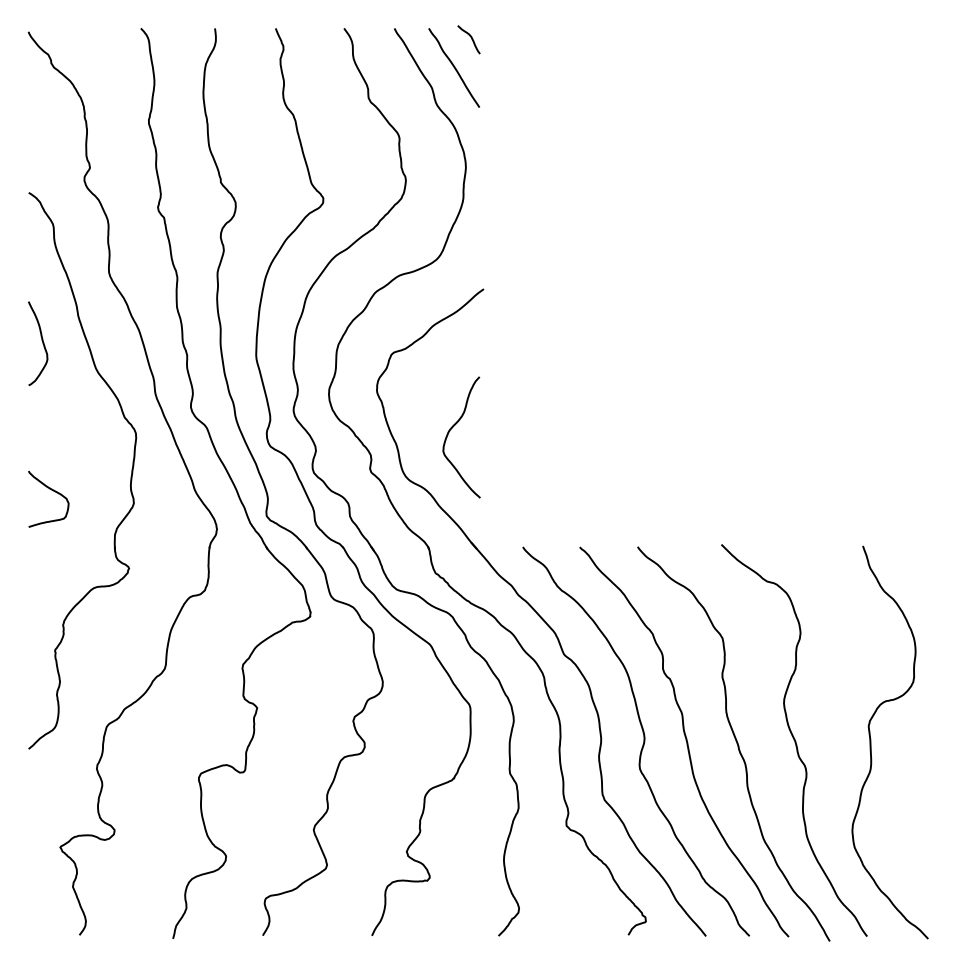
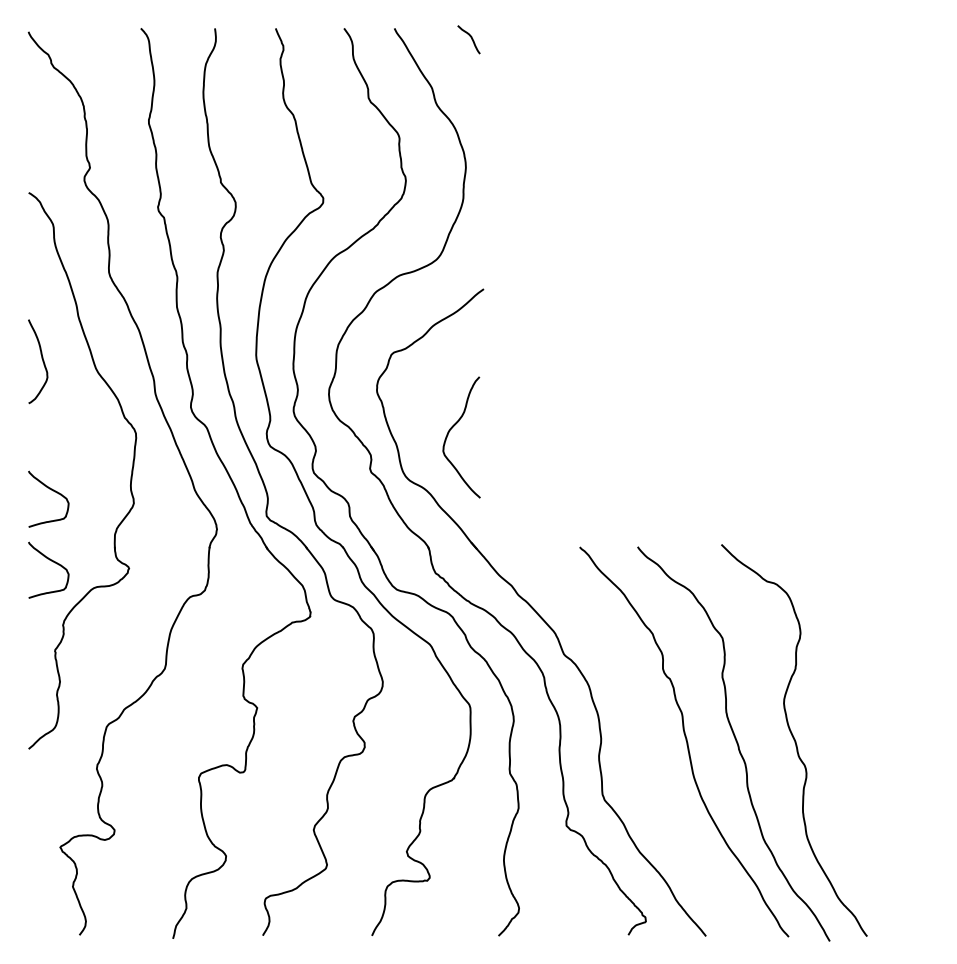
curve at (453, 67): present -> none
curve at (42, 343) position: (42, 343) -> (42, 361)
curve at (51, 561): none -> present
curve at (871, 742): present -> none
curve at (642, 744): present -> none
